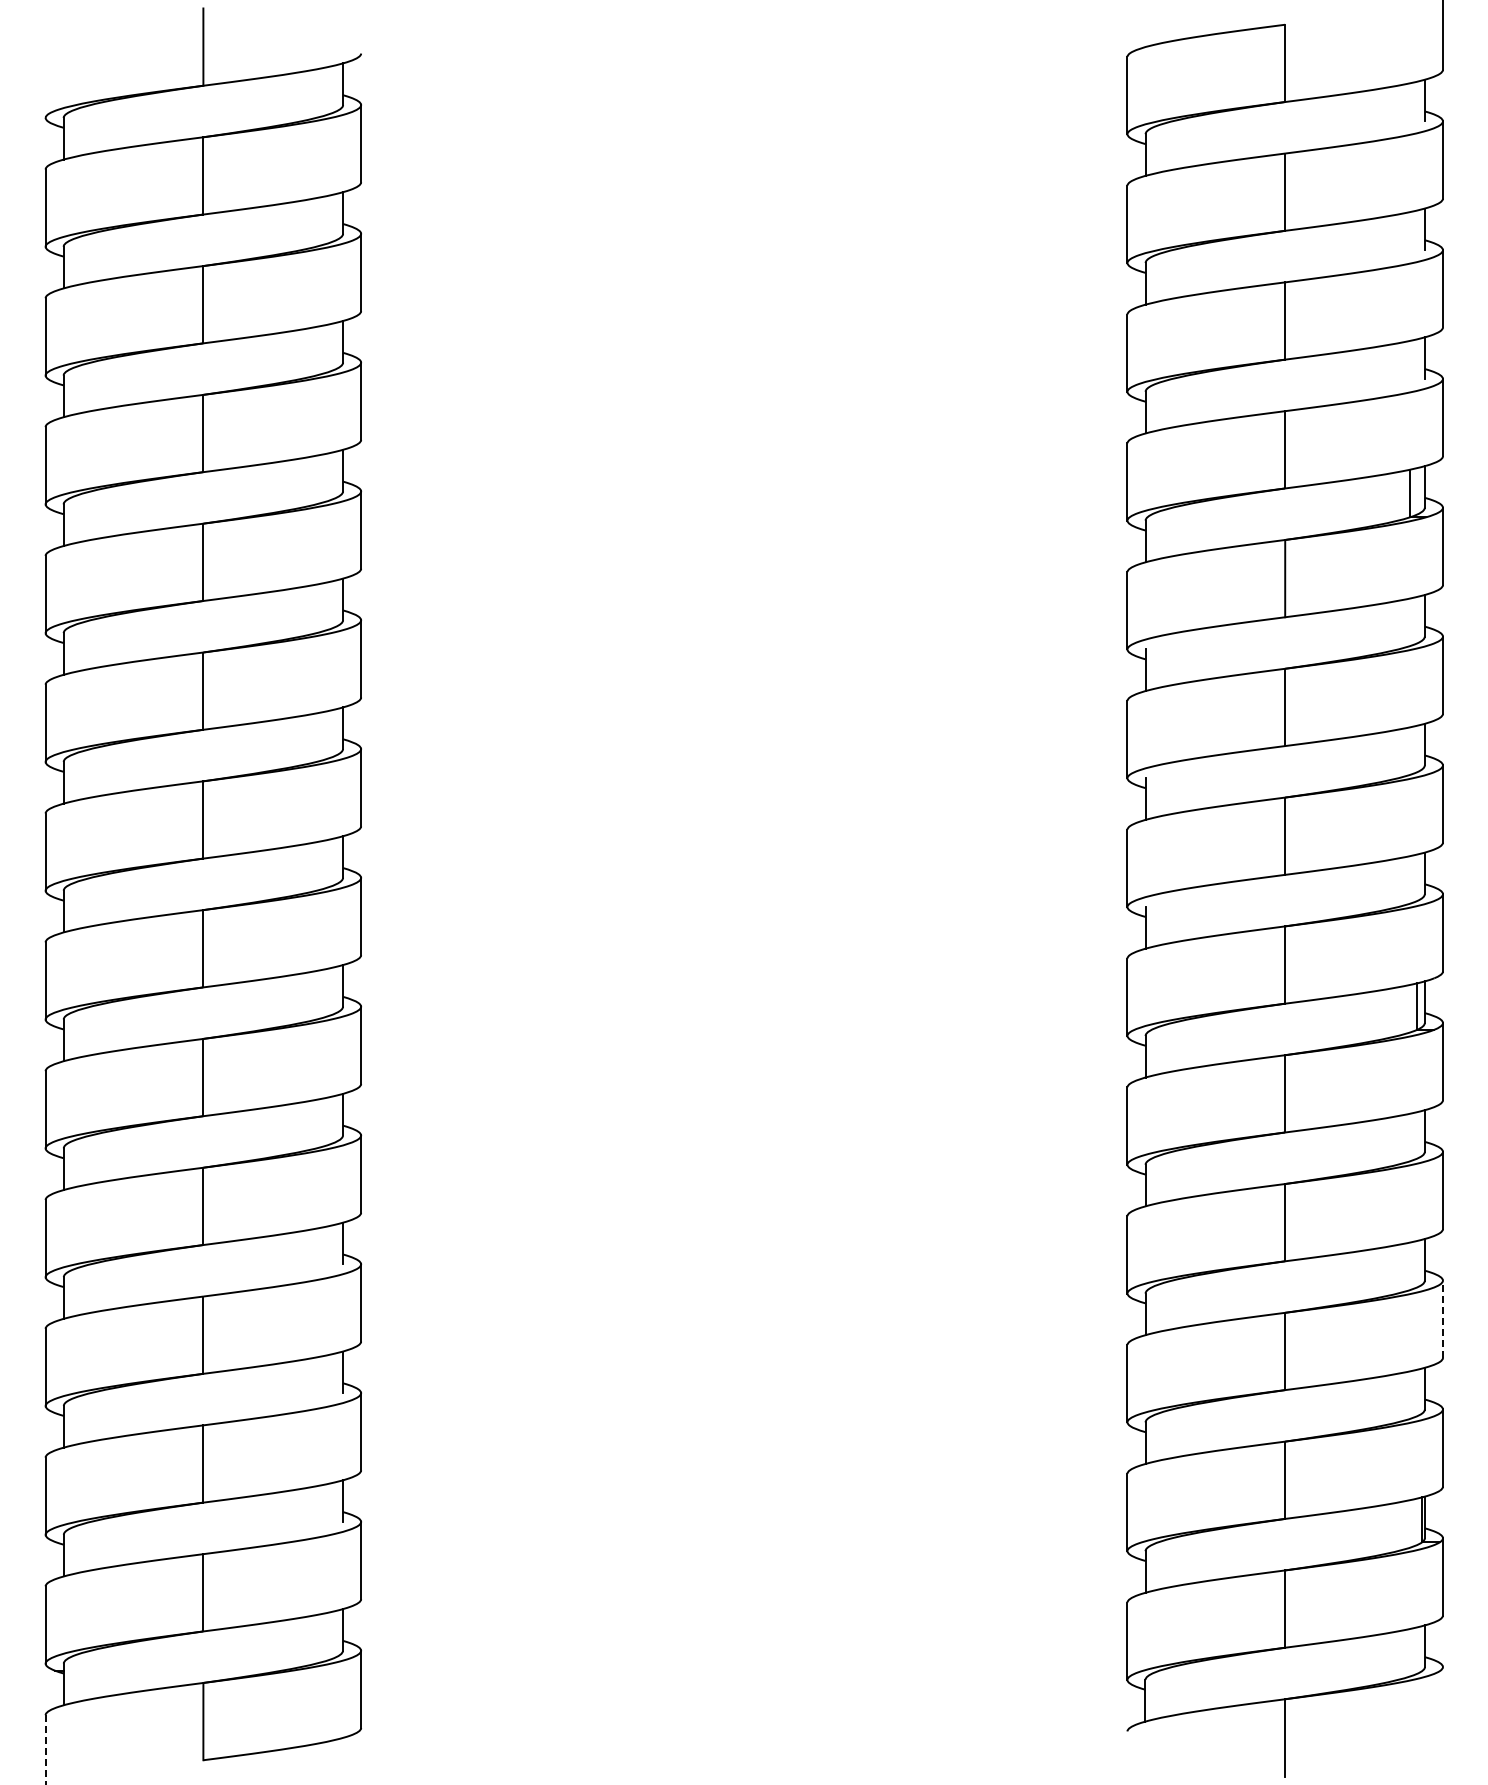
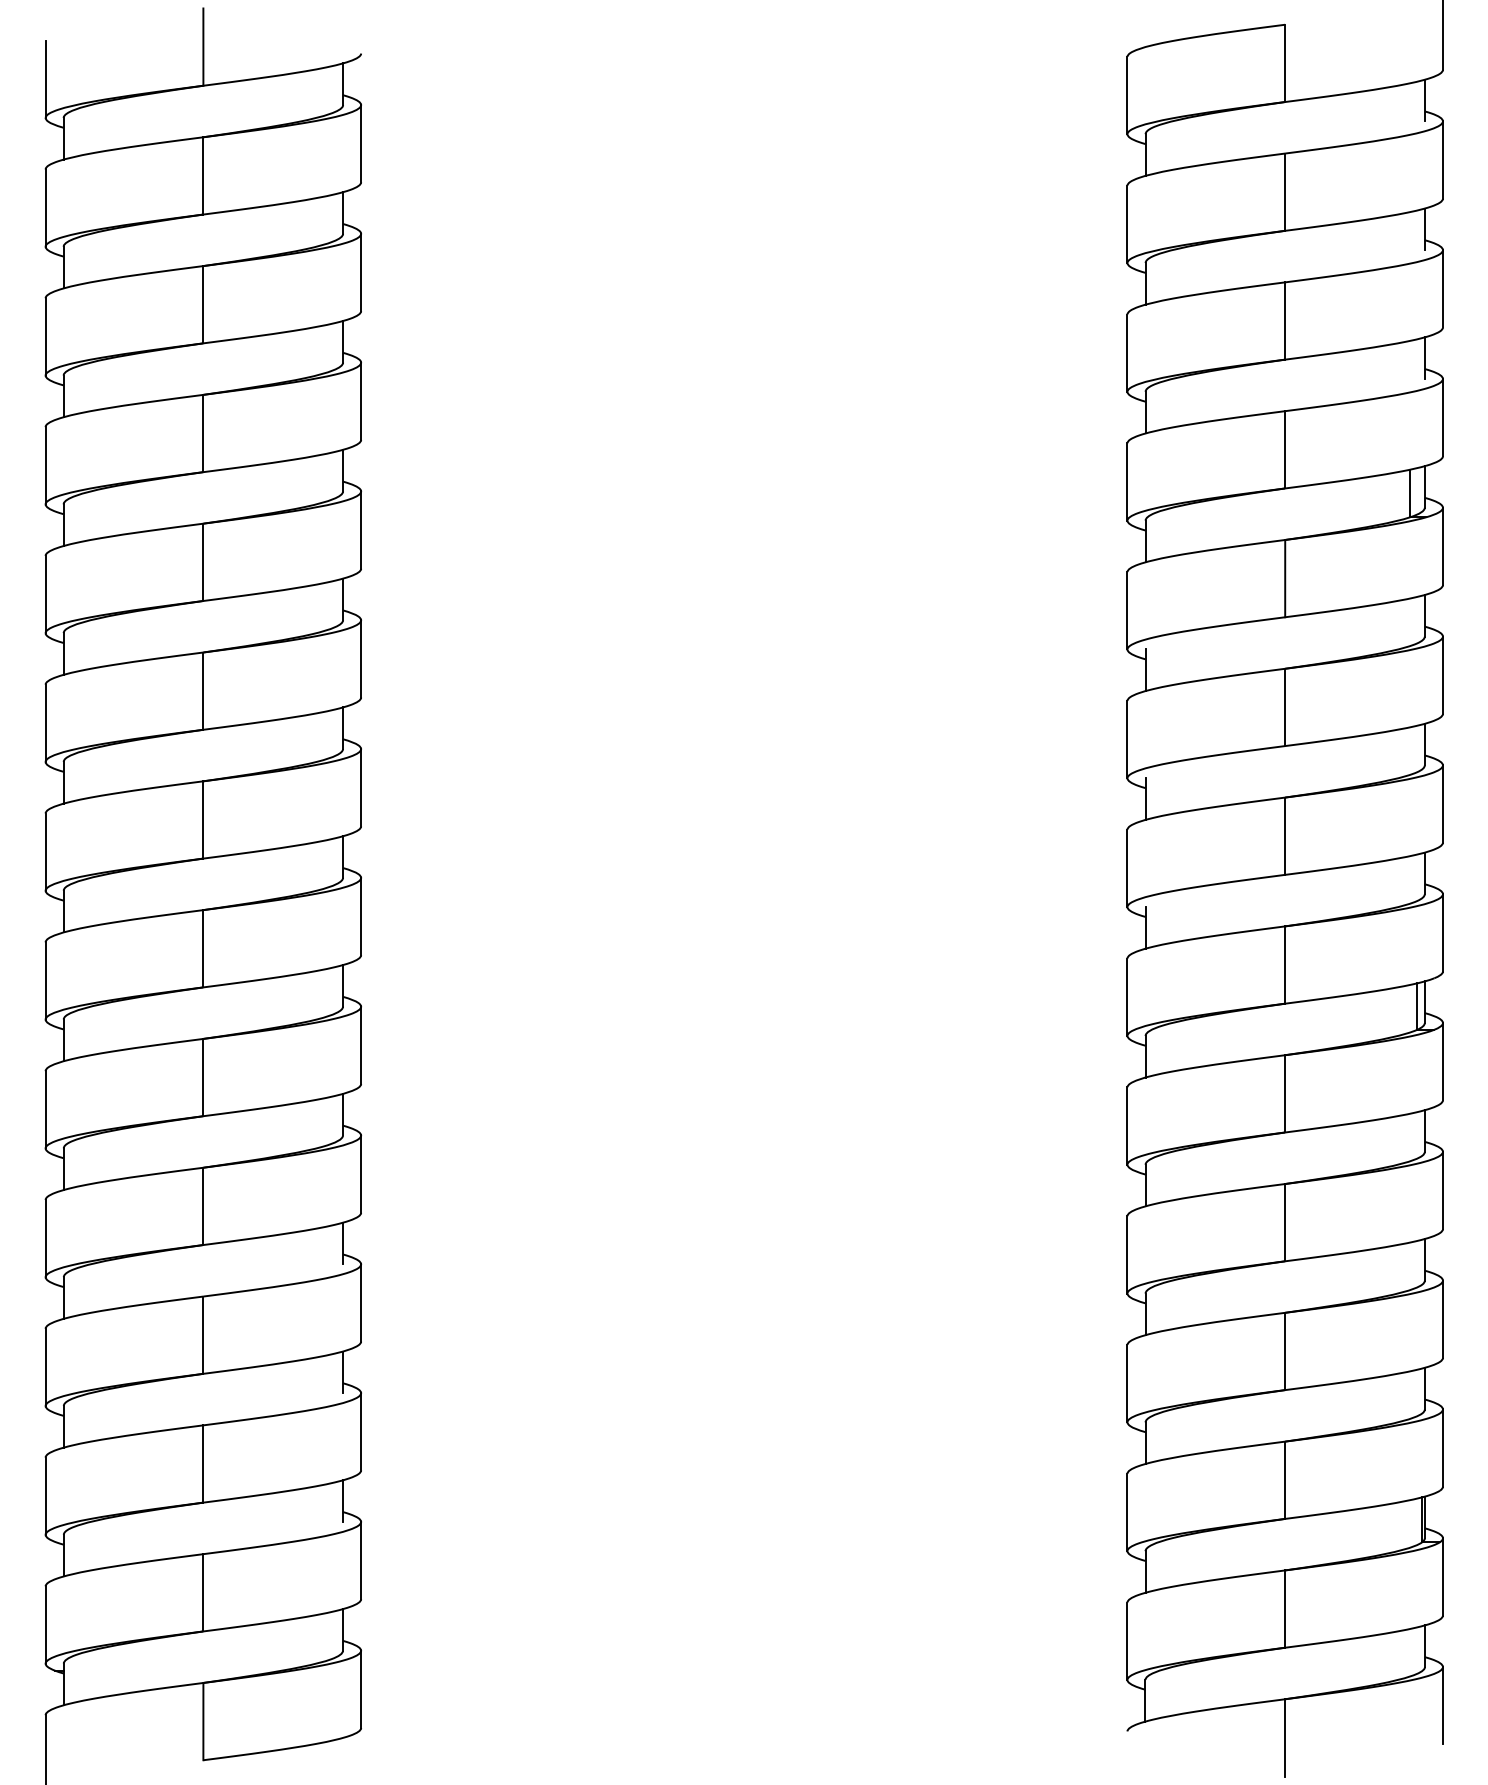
line at (45, 78): none -> present
line at (1442, 1319): dashed -> solid
line at (1442, 1705): none -> present
line at (45, 1749): dashed -> solid
